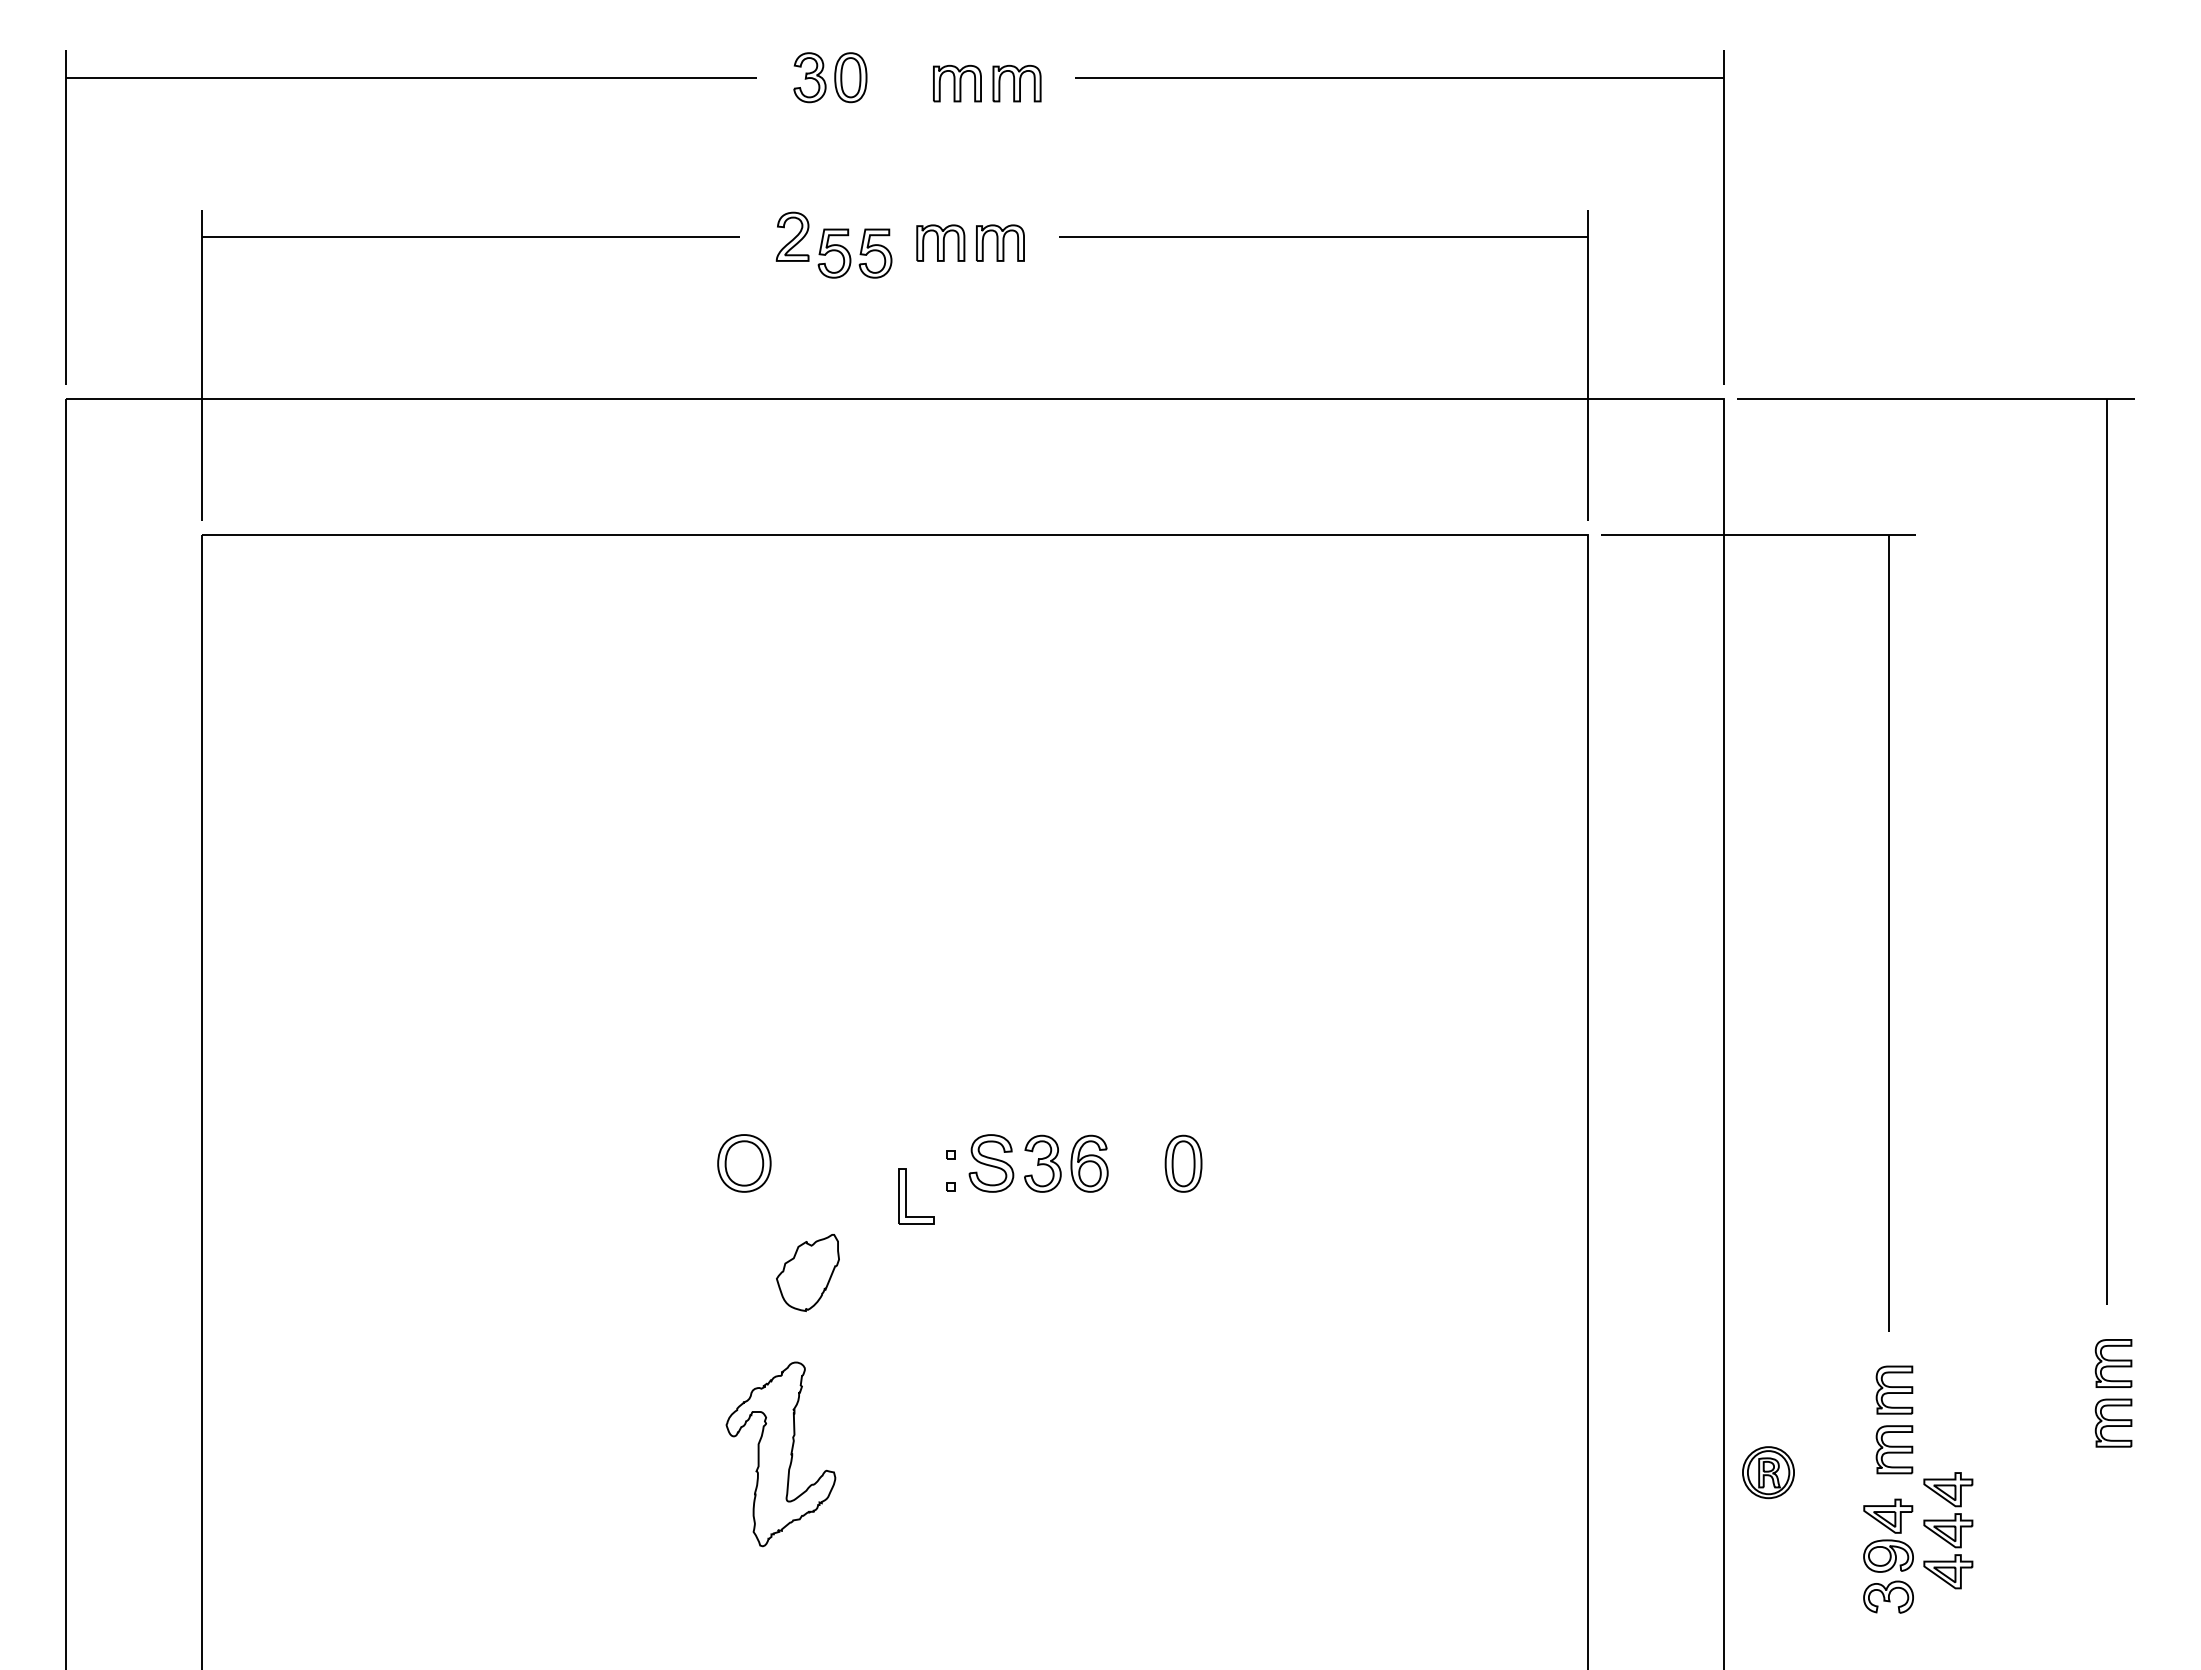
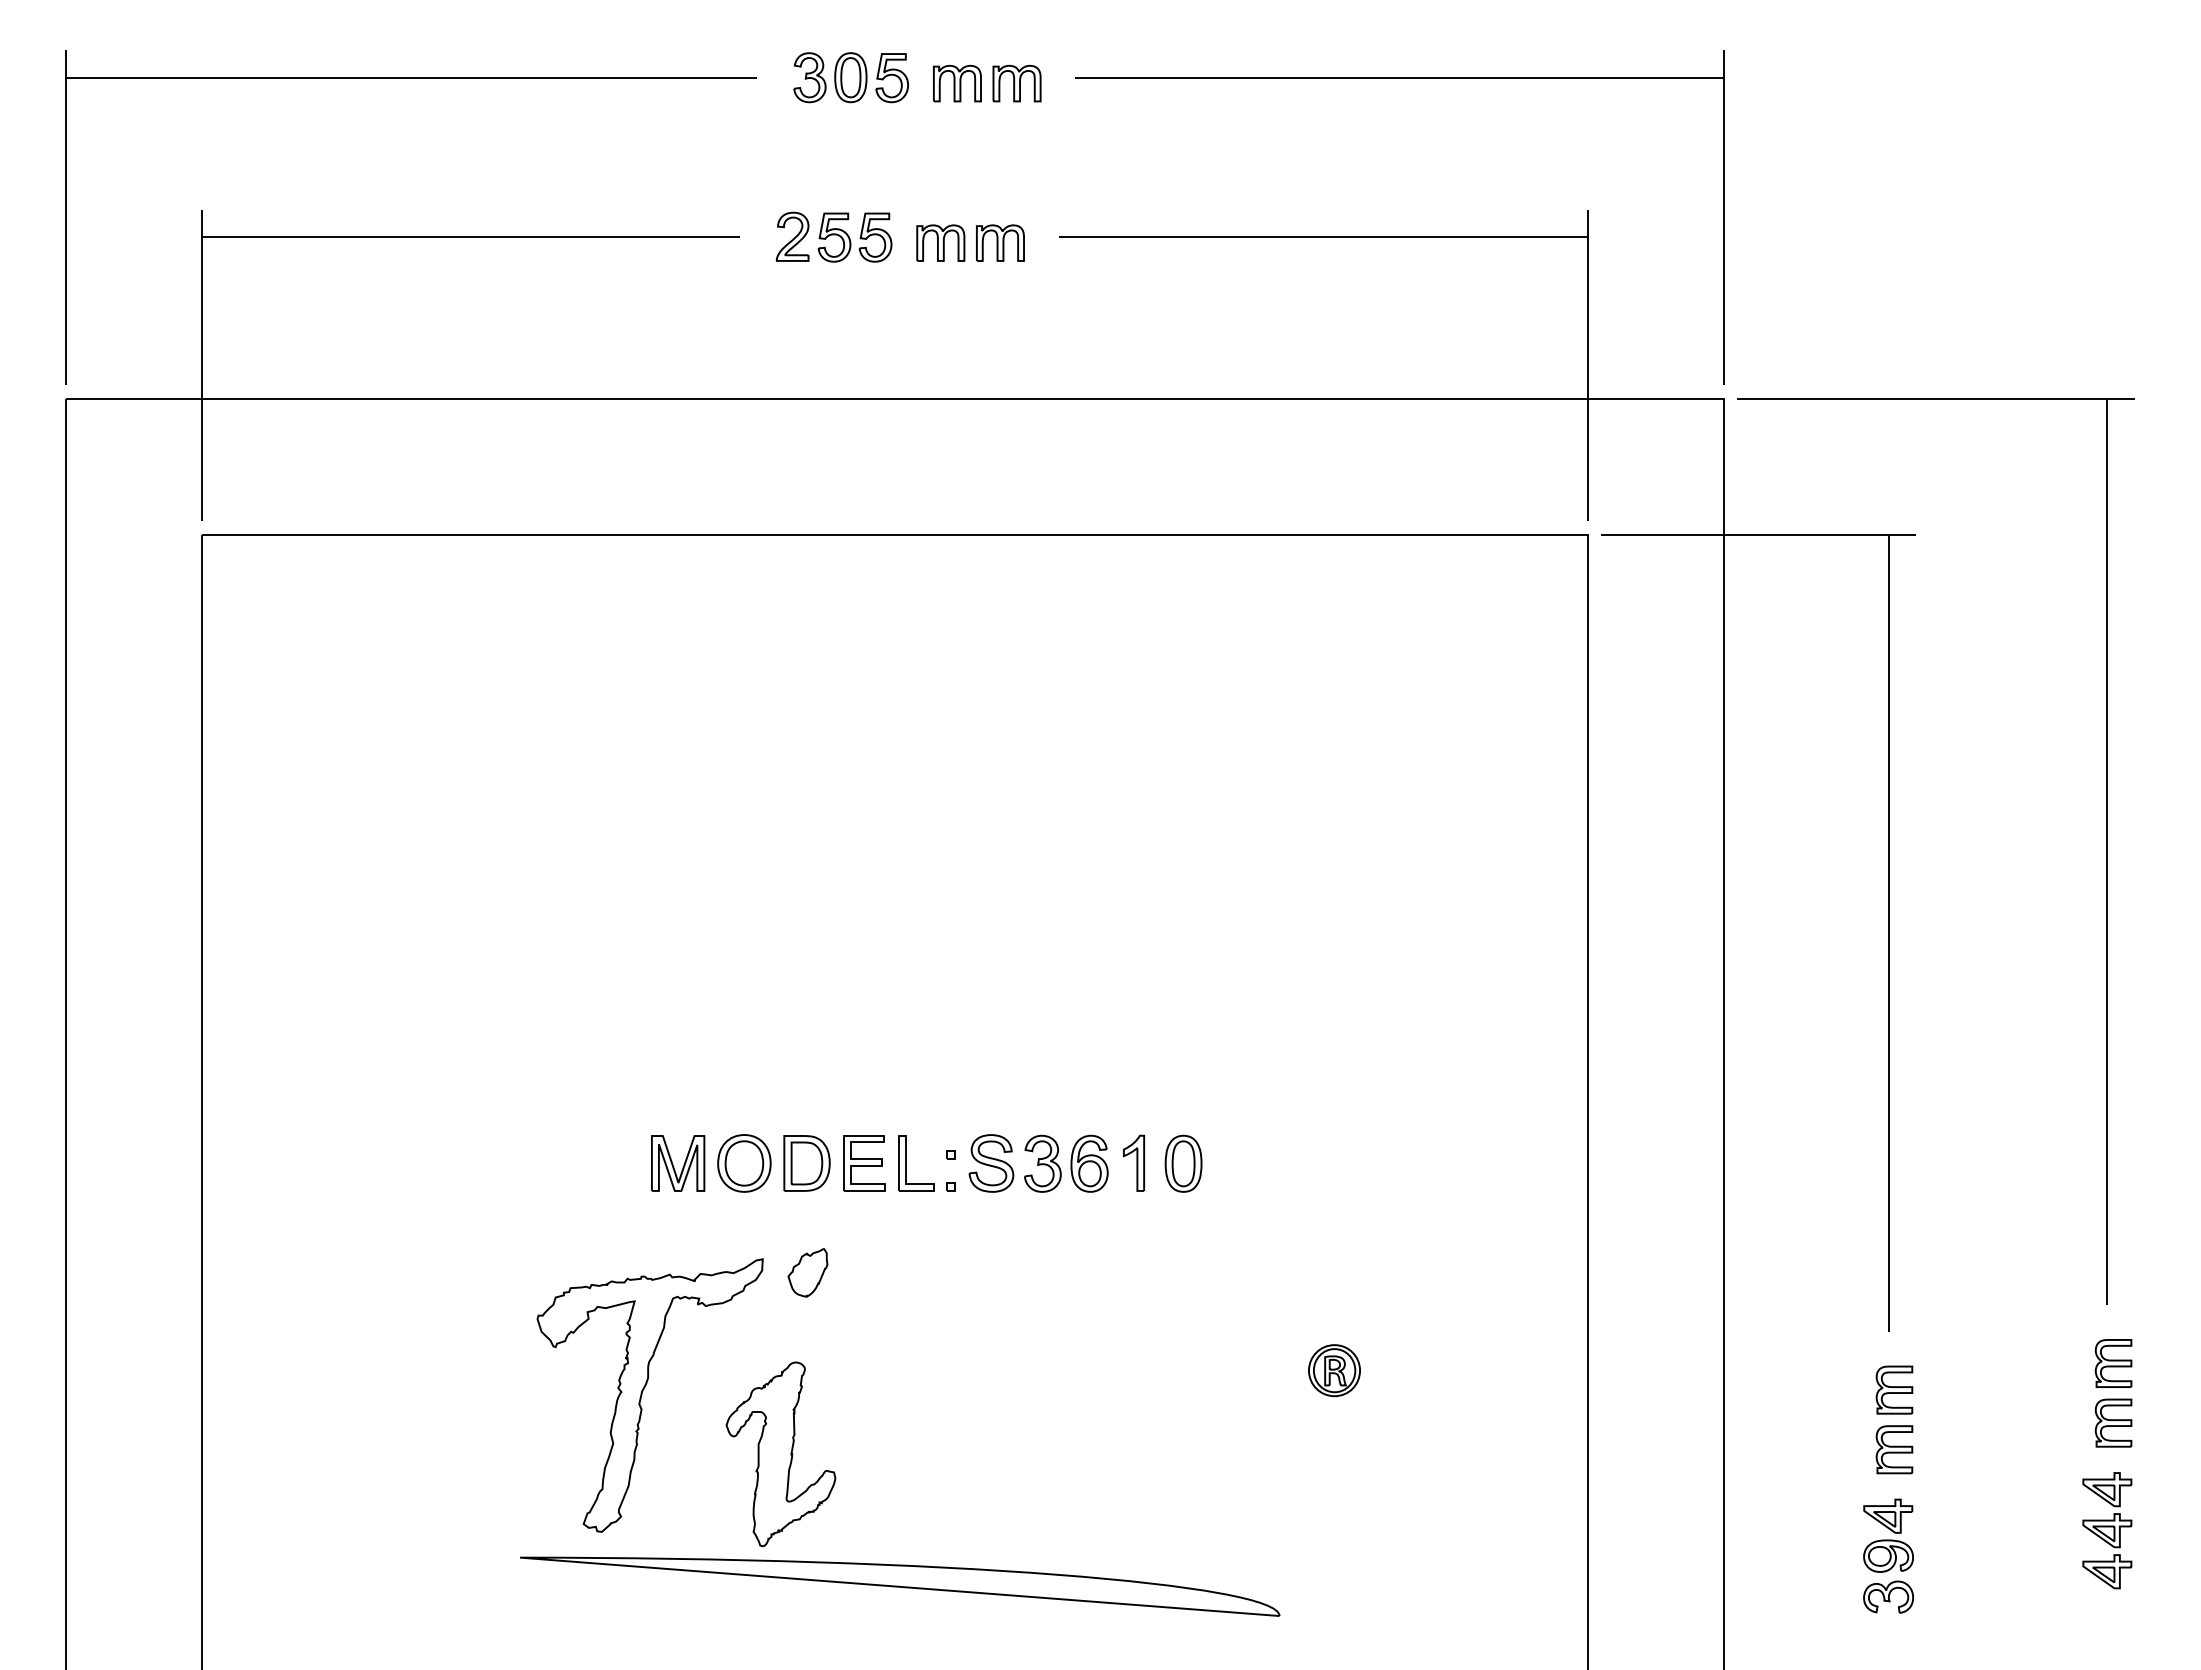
part at (891, 78): none -> present
part at (854, 253) position: (854, 253) -> (854, 237)
part at (1133, 1162): none -> present
part at (678, 1163): none -> present
part at (806, 1163): none -> present
part at (864, 1163): none -> present
part at (906, 1196) position: (906, 1196) -> (906, 1163)
part at (807, 1272) size: 64x78 px -> 42x50 px
part at (642, 1395): none -> present
part at (1768, 1472) position: (1768, 1472) -> (1334, 1370)
part at (1948, 1530) position: (1948, 1530) -> (2107, 1530)
part at (900, 1586): none -> present
